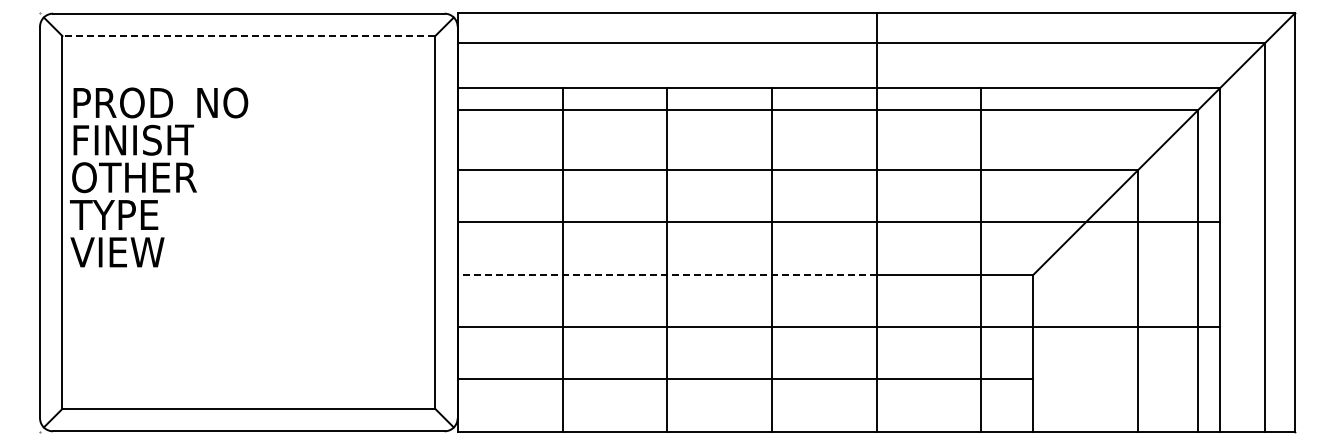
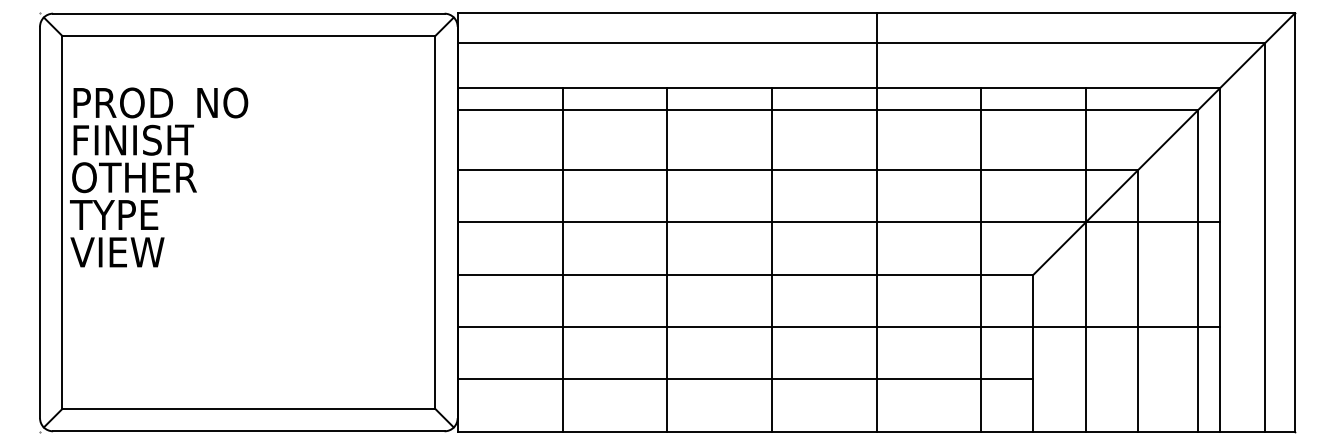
line at (248, 36): dashed -> solid
line at (1085, 259): none -> present
line at (666, 274): dashed -> solid
